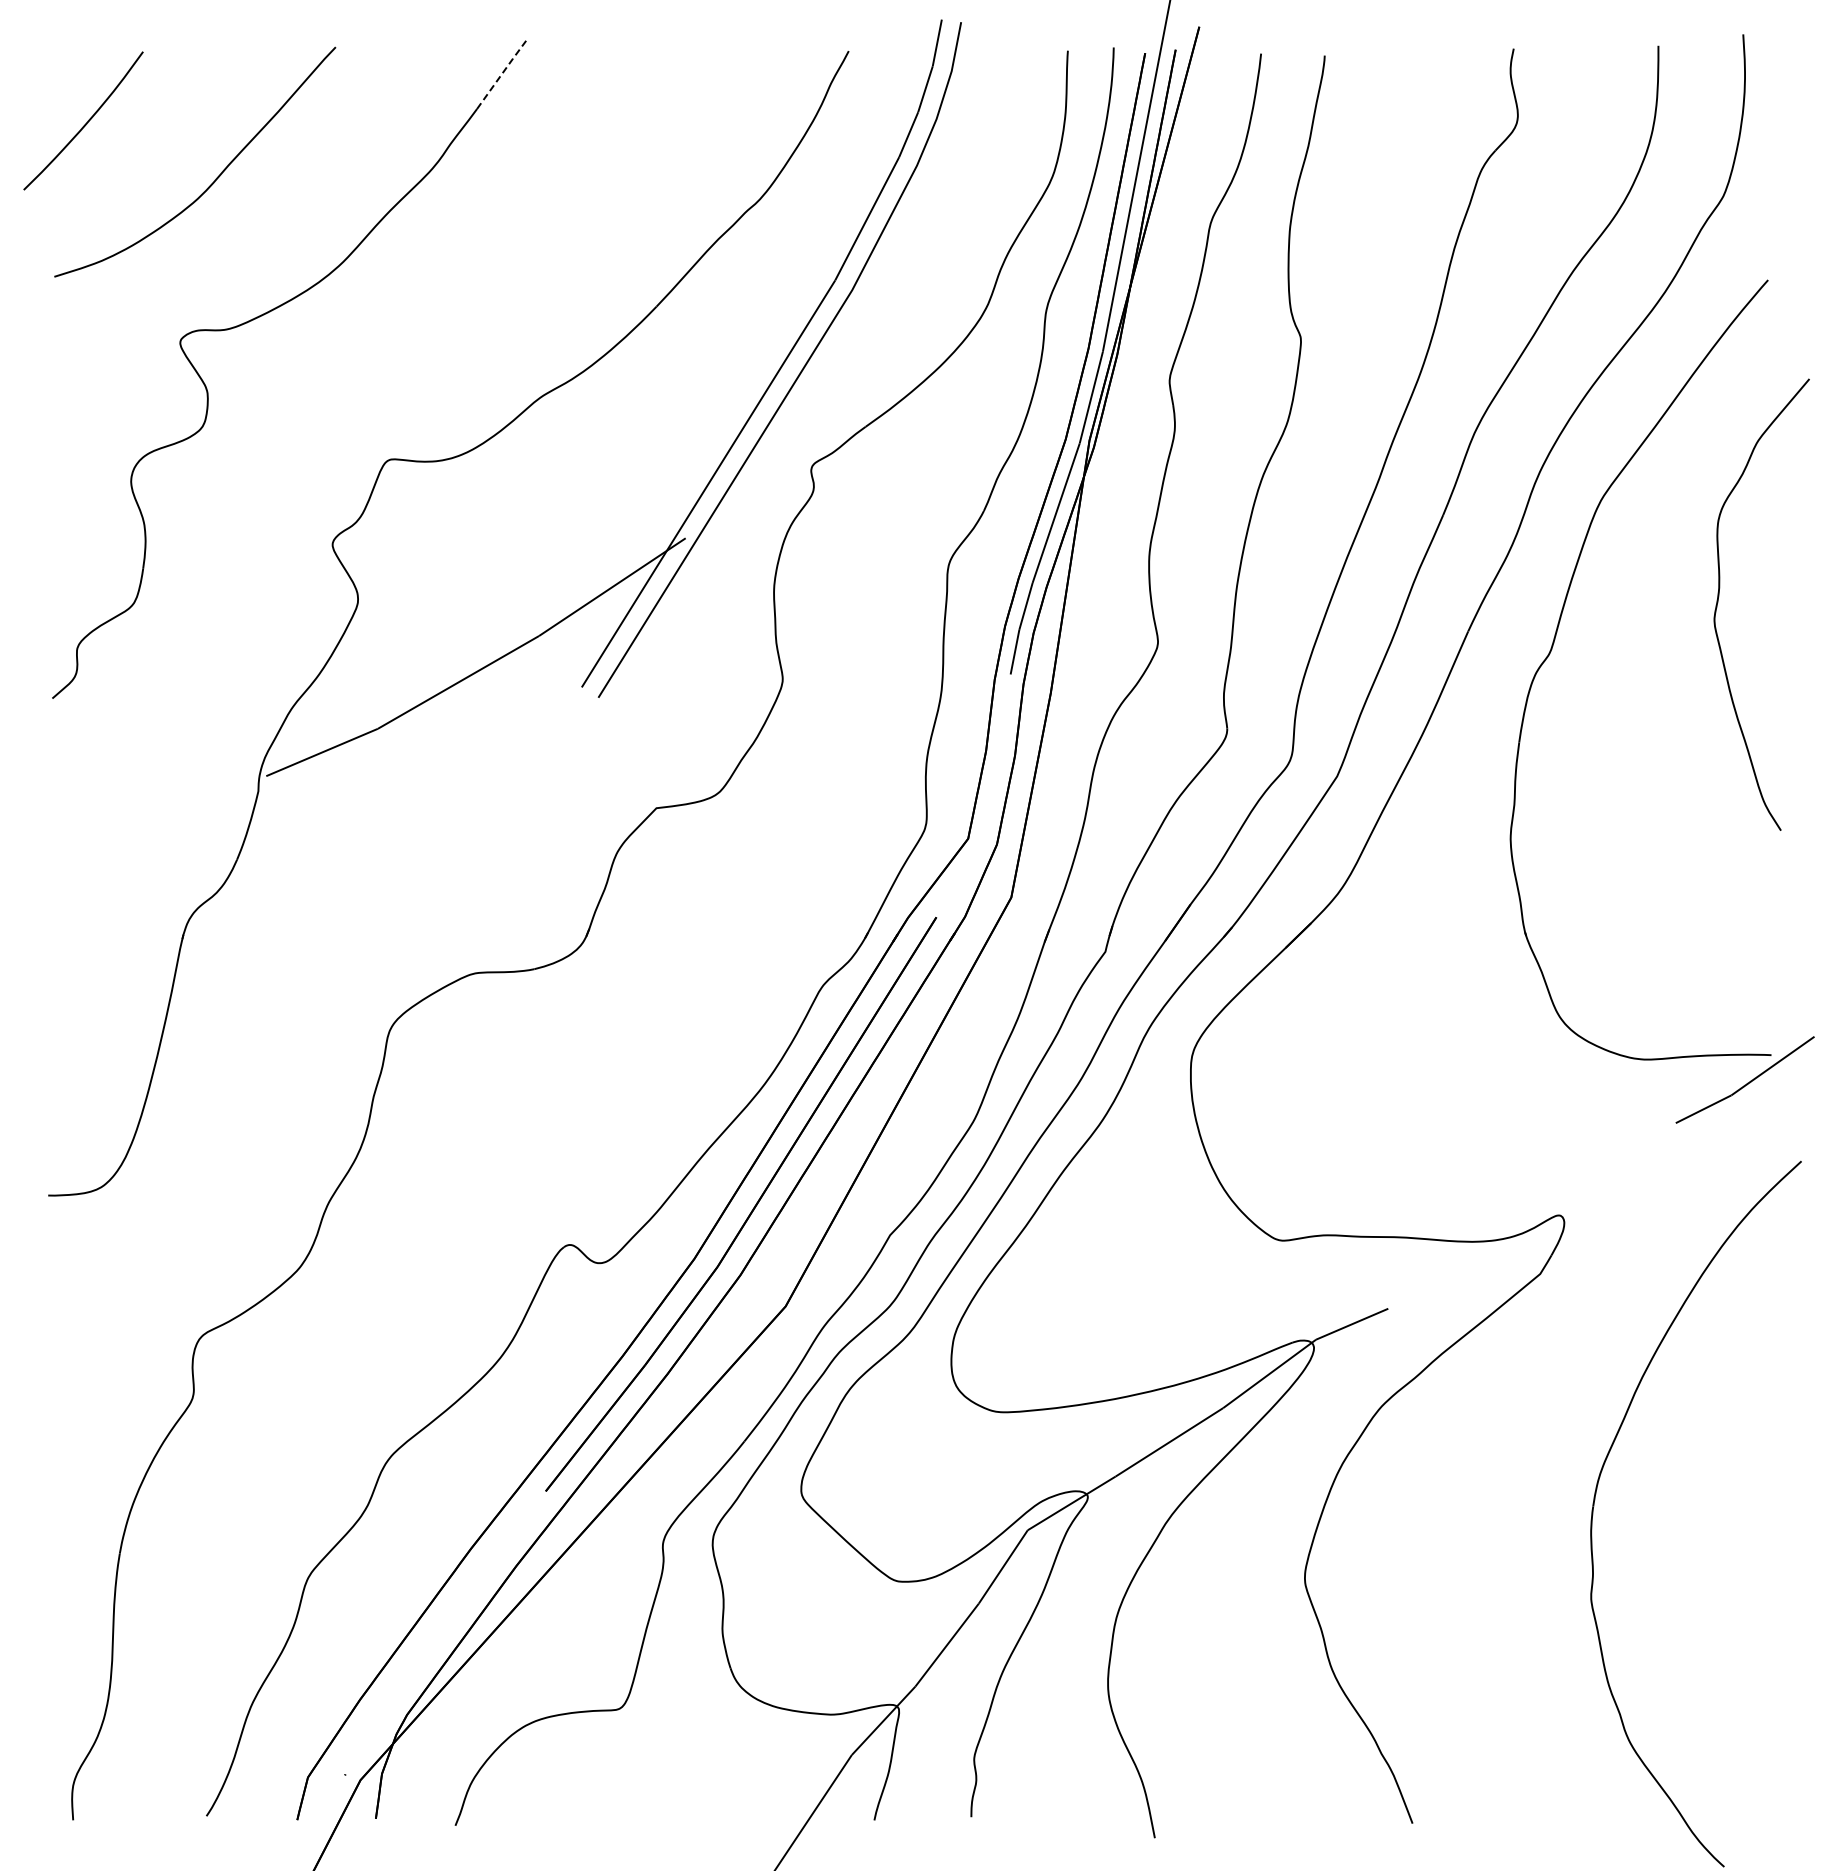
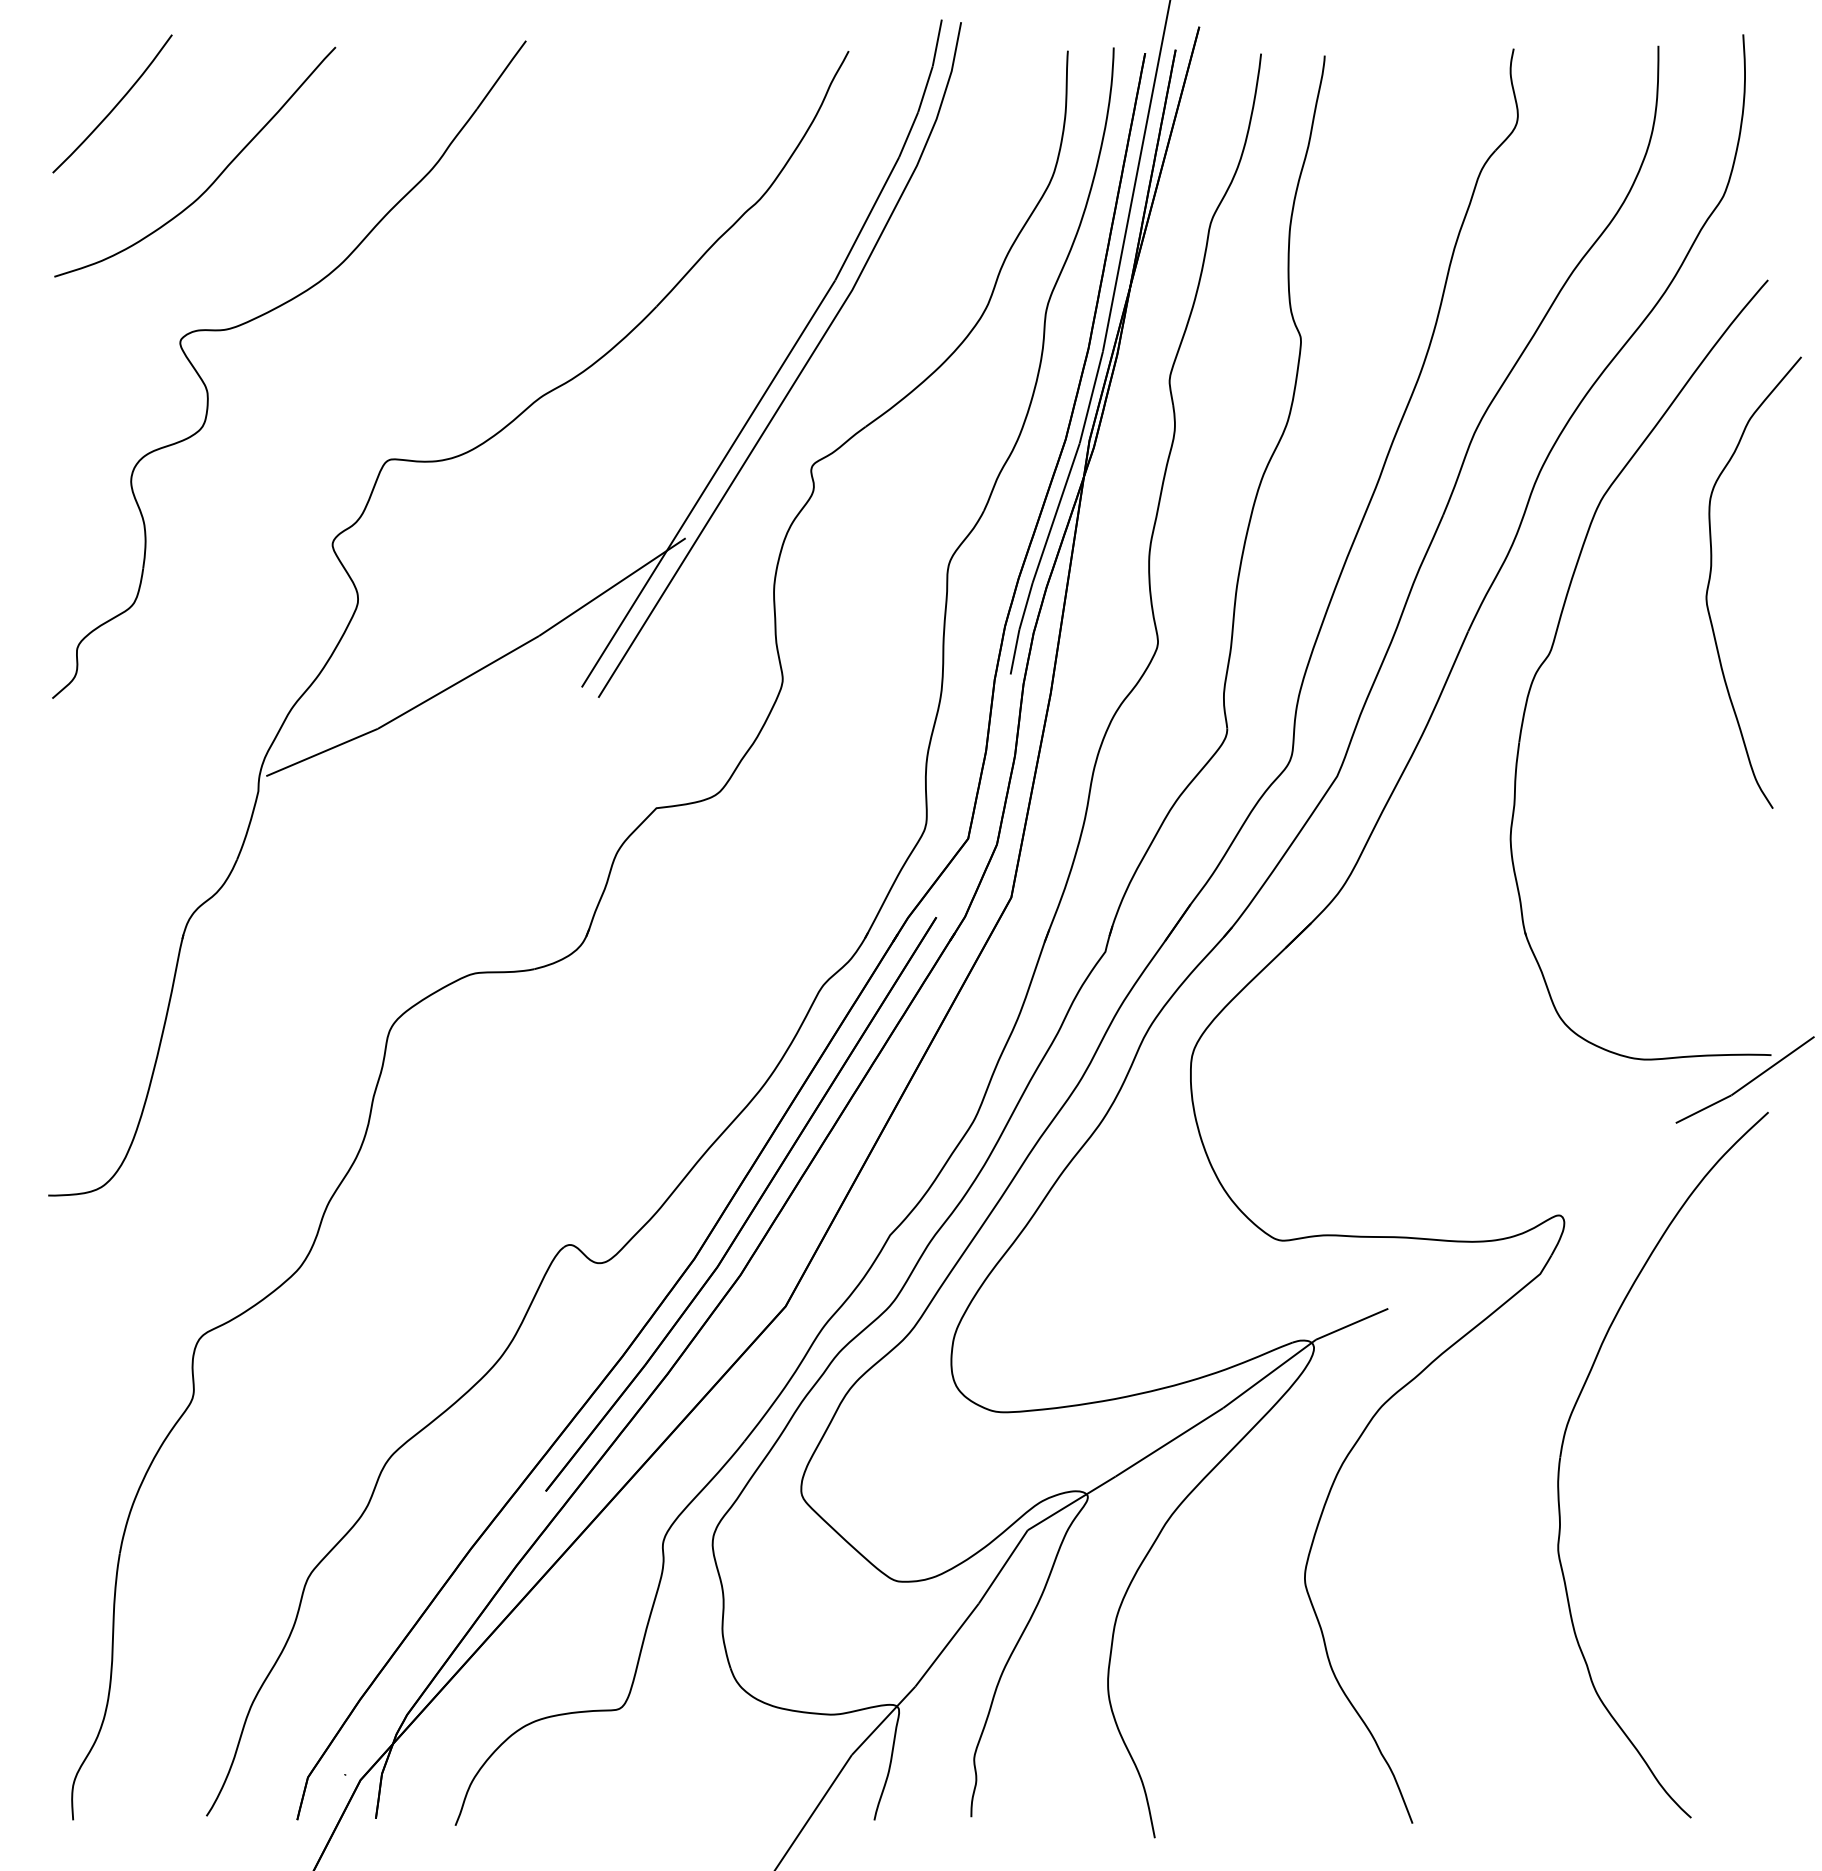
line at (502, 74): dashed -> solid
curve at (86, 122) position: (86, 122) -> (115, 105)
curve at (1719, 596) position: (1719, 596) -> (1711, 574)
part at (1596, 1494) position: (1596, 1494) -> (1563, 1445)
